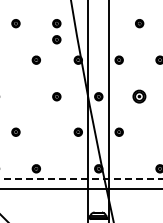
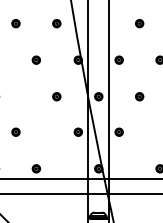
part at (56, 39): present -> none
part at (139, 96) size: 15x15 px -> 10x10 px
line at (81, 179): dashed -> solid
line at (80, 189) position: (80, 189) -> (80, 194)
